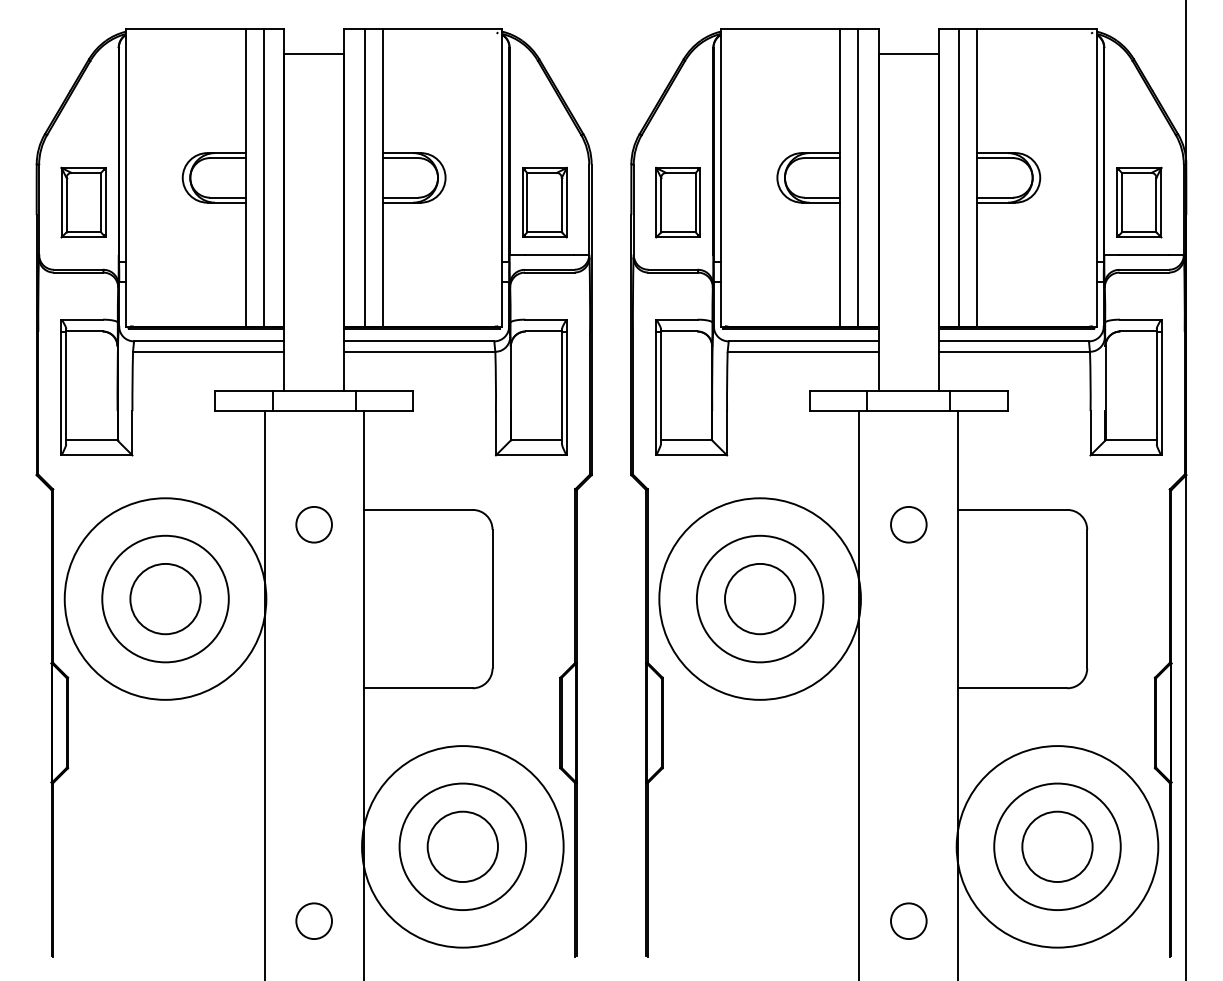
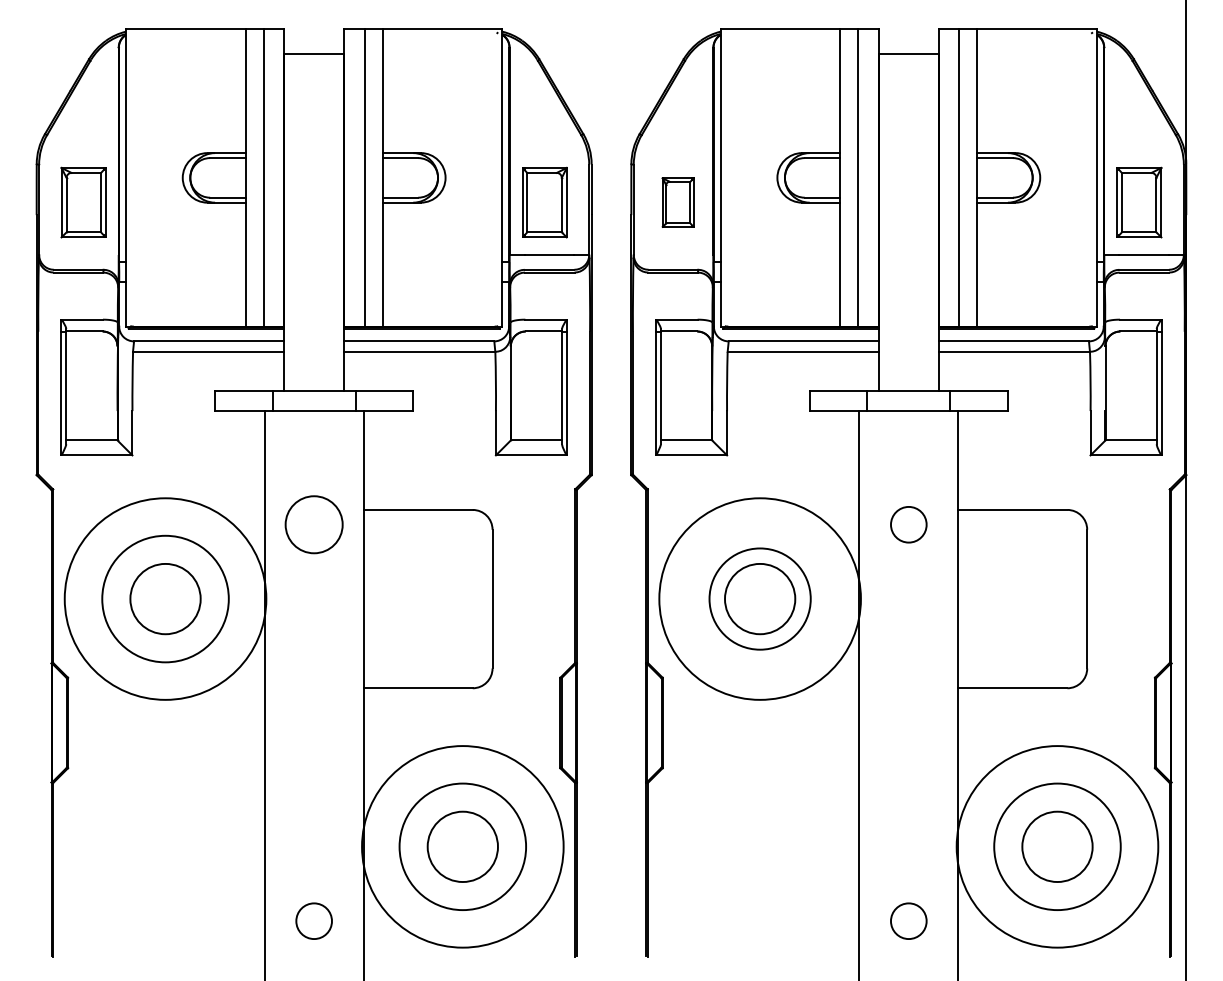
part at (677, 202) size: 46x73 px -> 34x51 px
circle at (314, 524) diameter: 36 px -> 57 px
circle at (759, 598) diameter: 127 px -> 101 px
